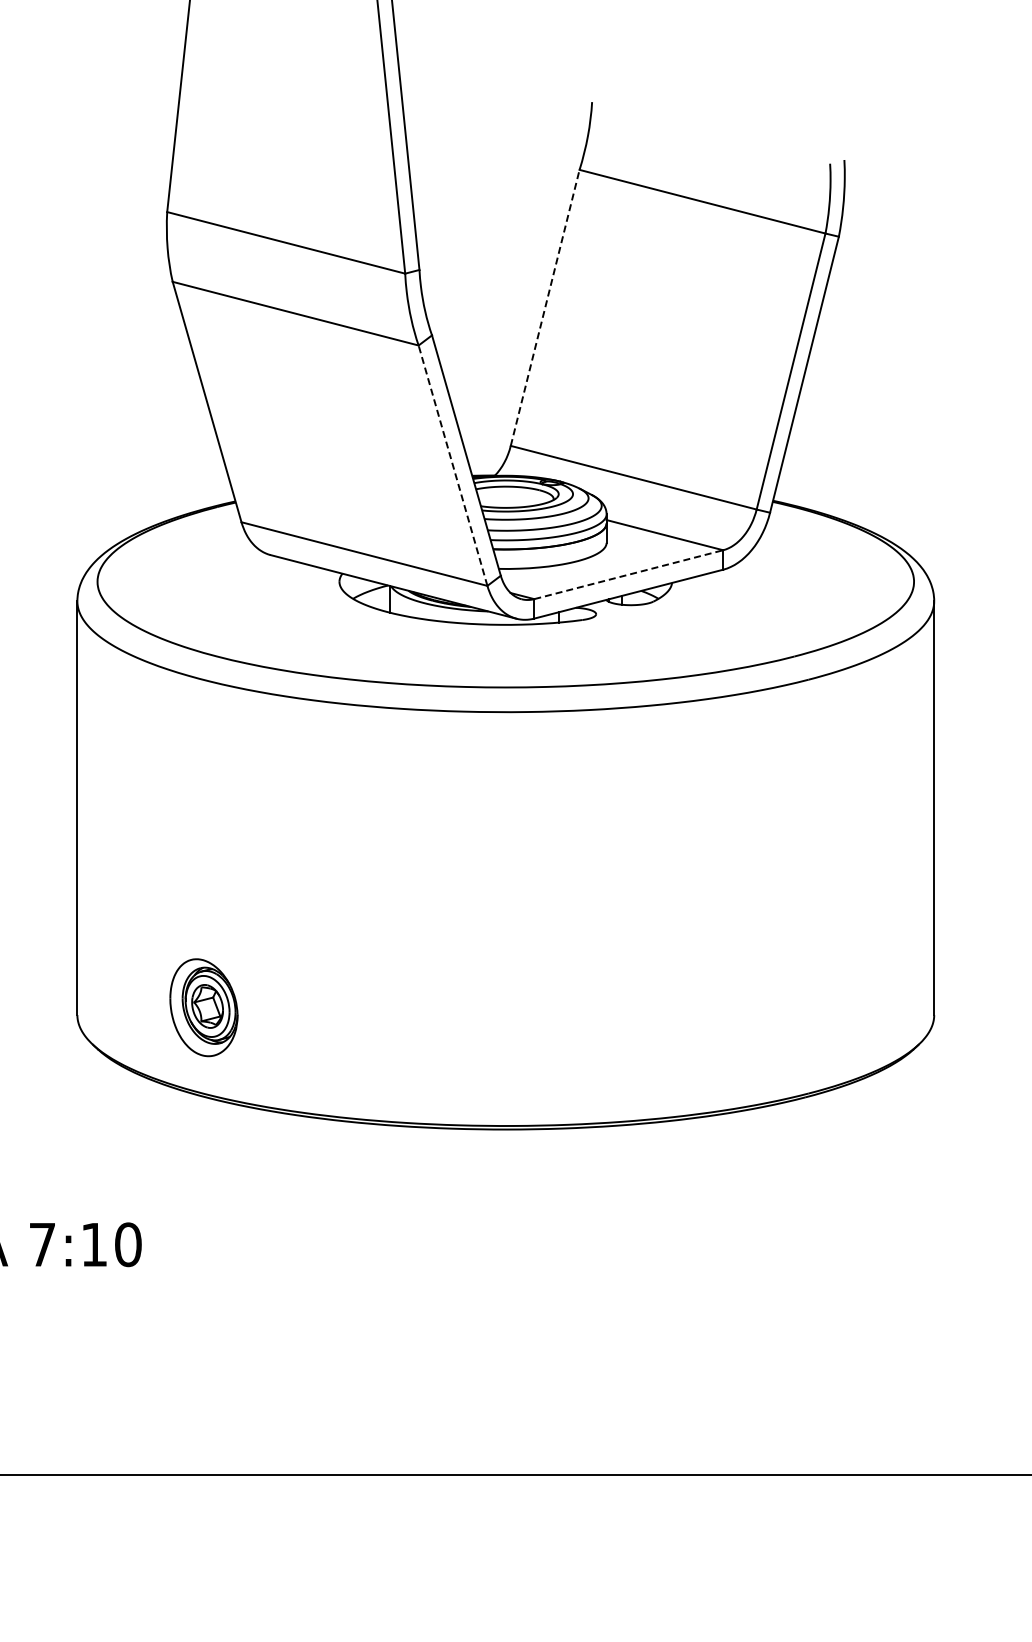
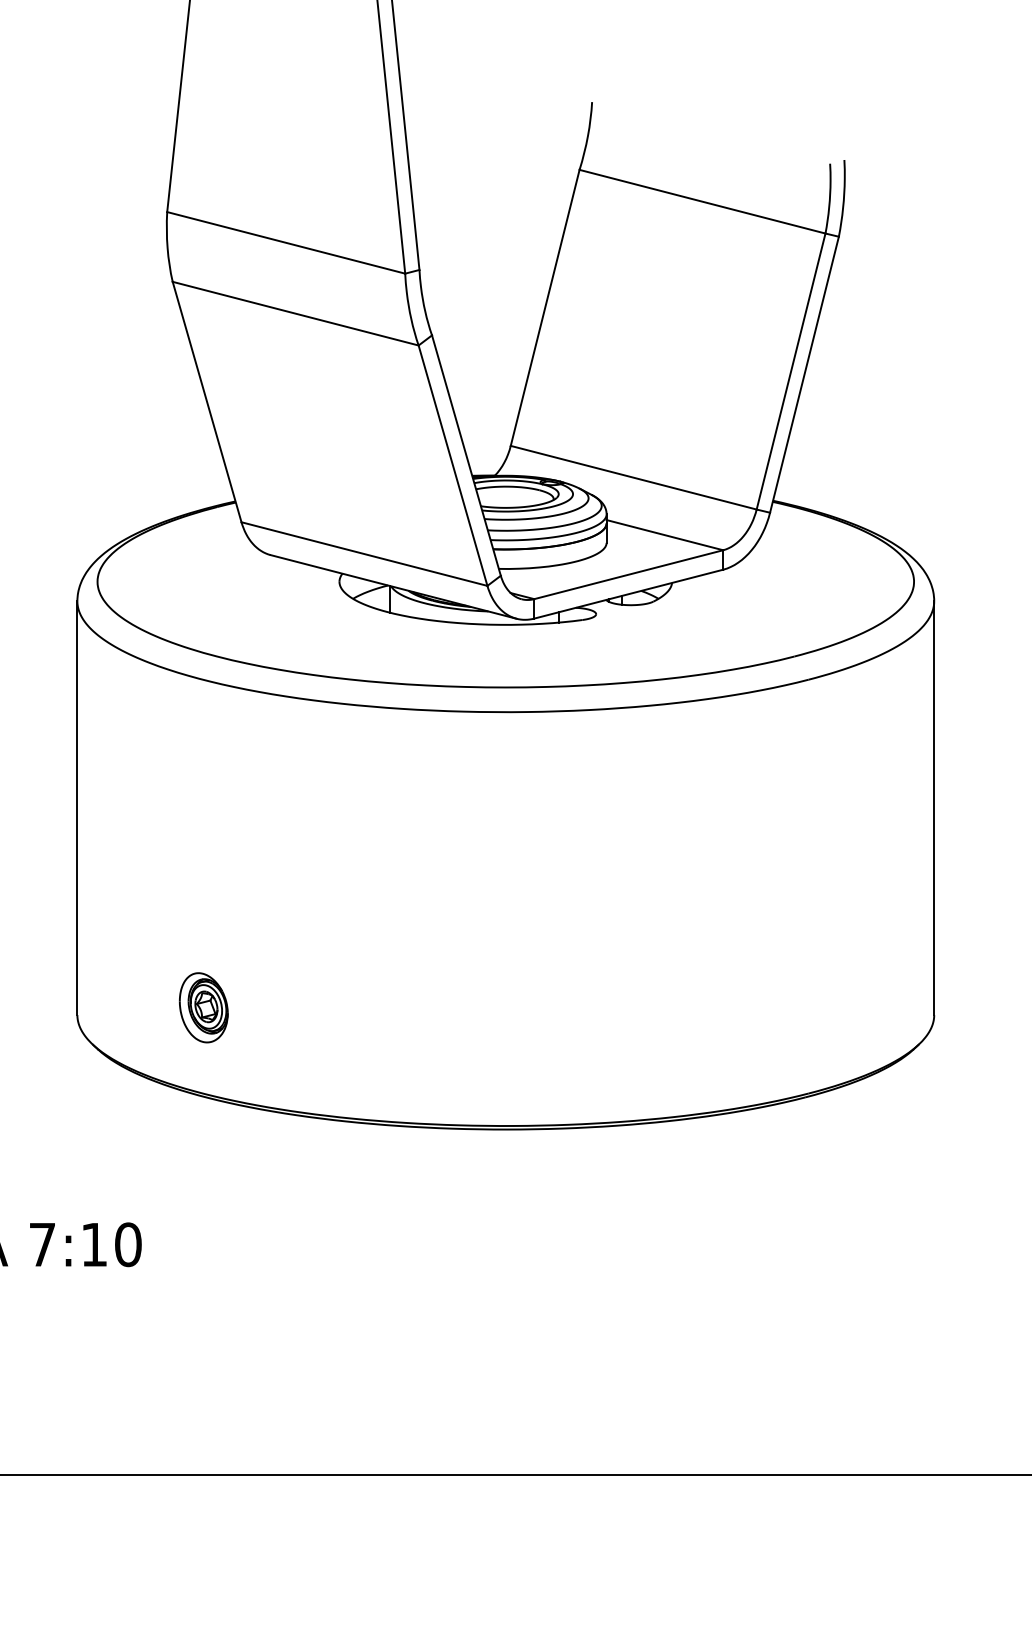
line at (545, 307): dashed -> solid
line at (452, 465): dashed -> solid
line at (628, 574): dashed -> solid
part at (203, 1007) size: 70x100 px -> 51x72 px
